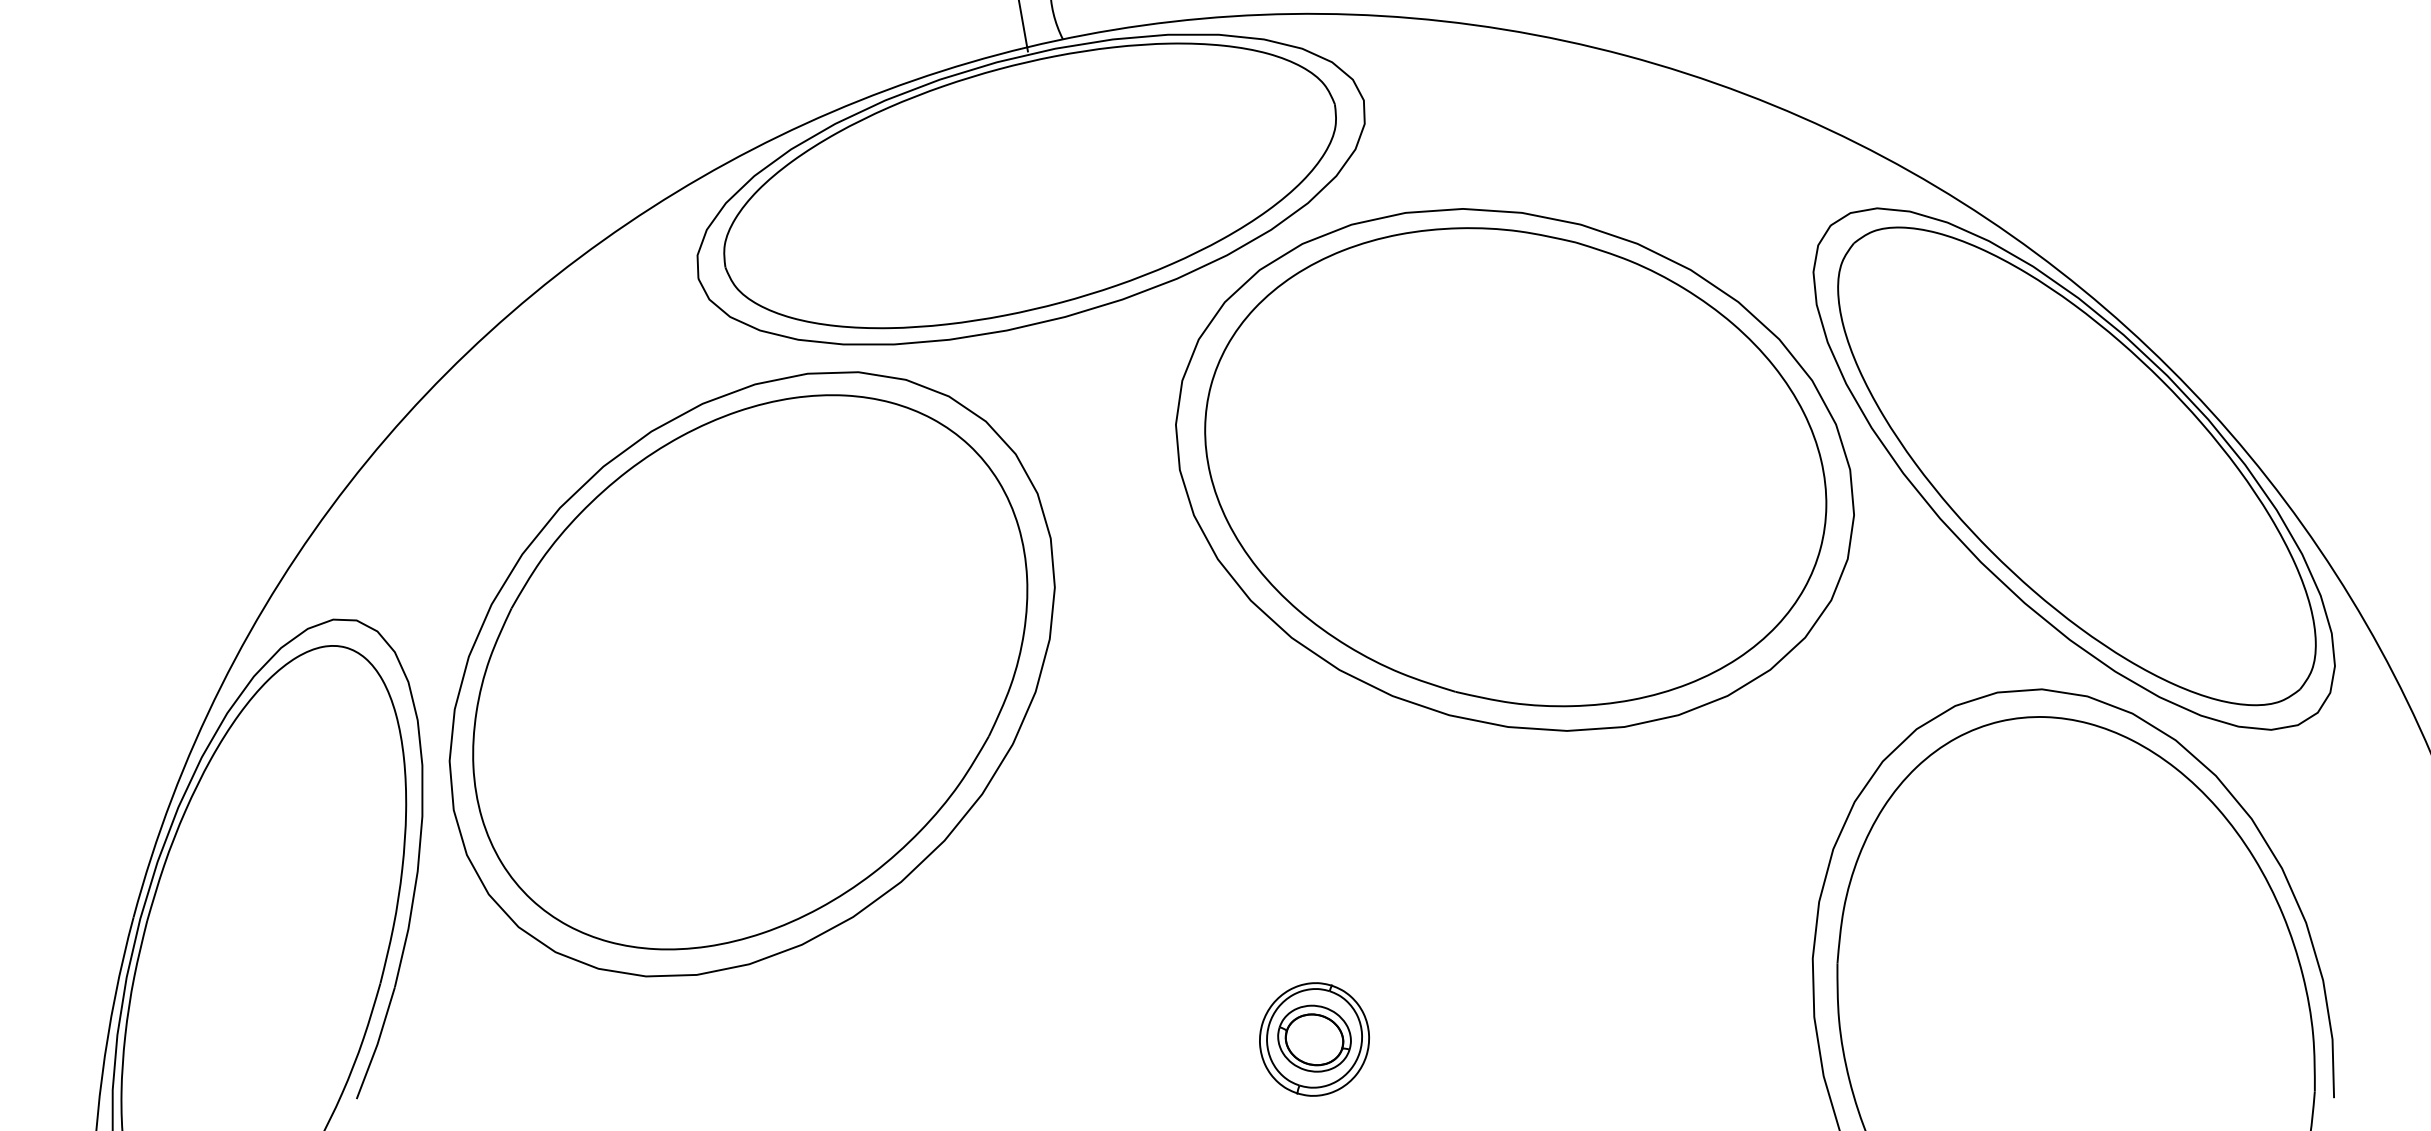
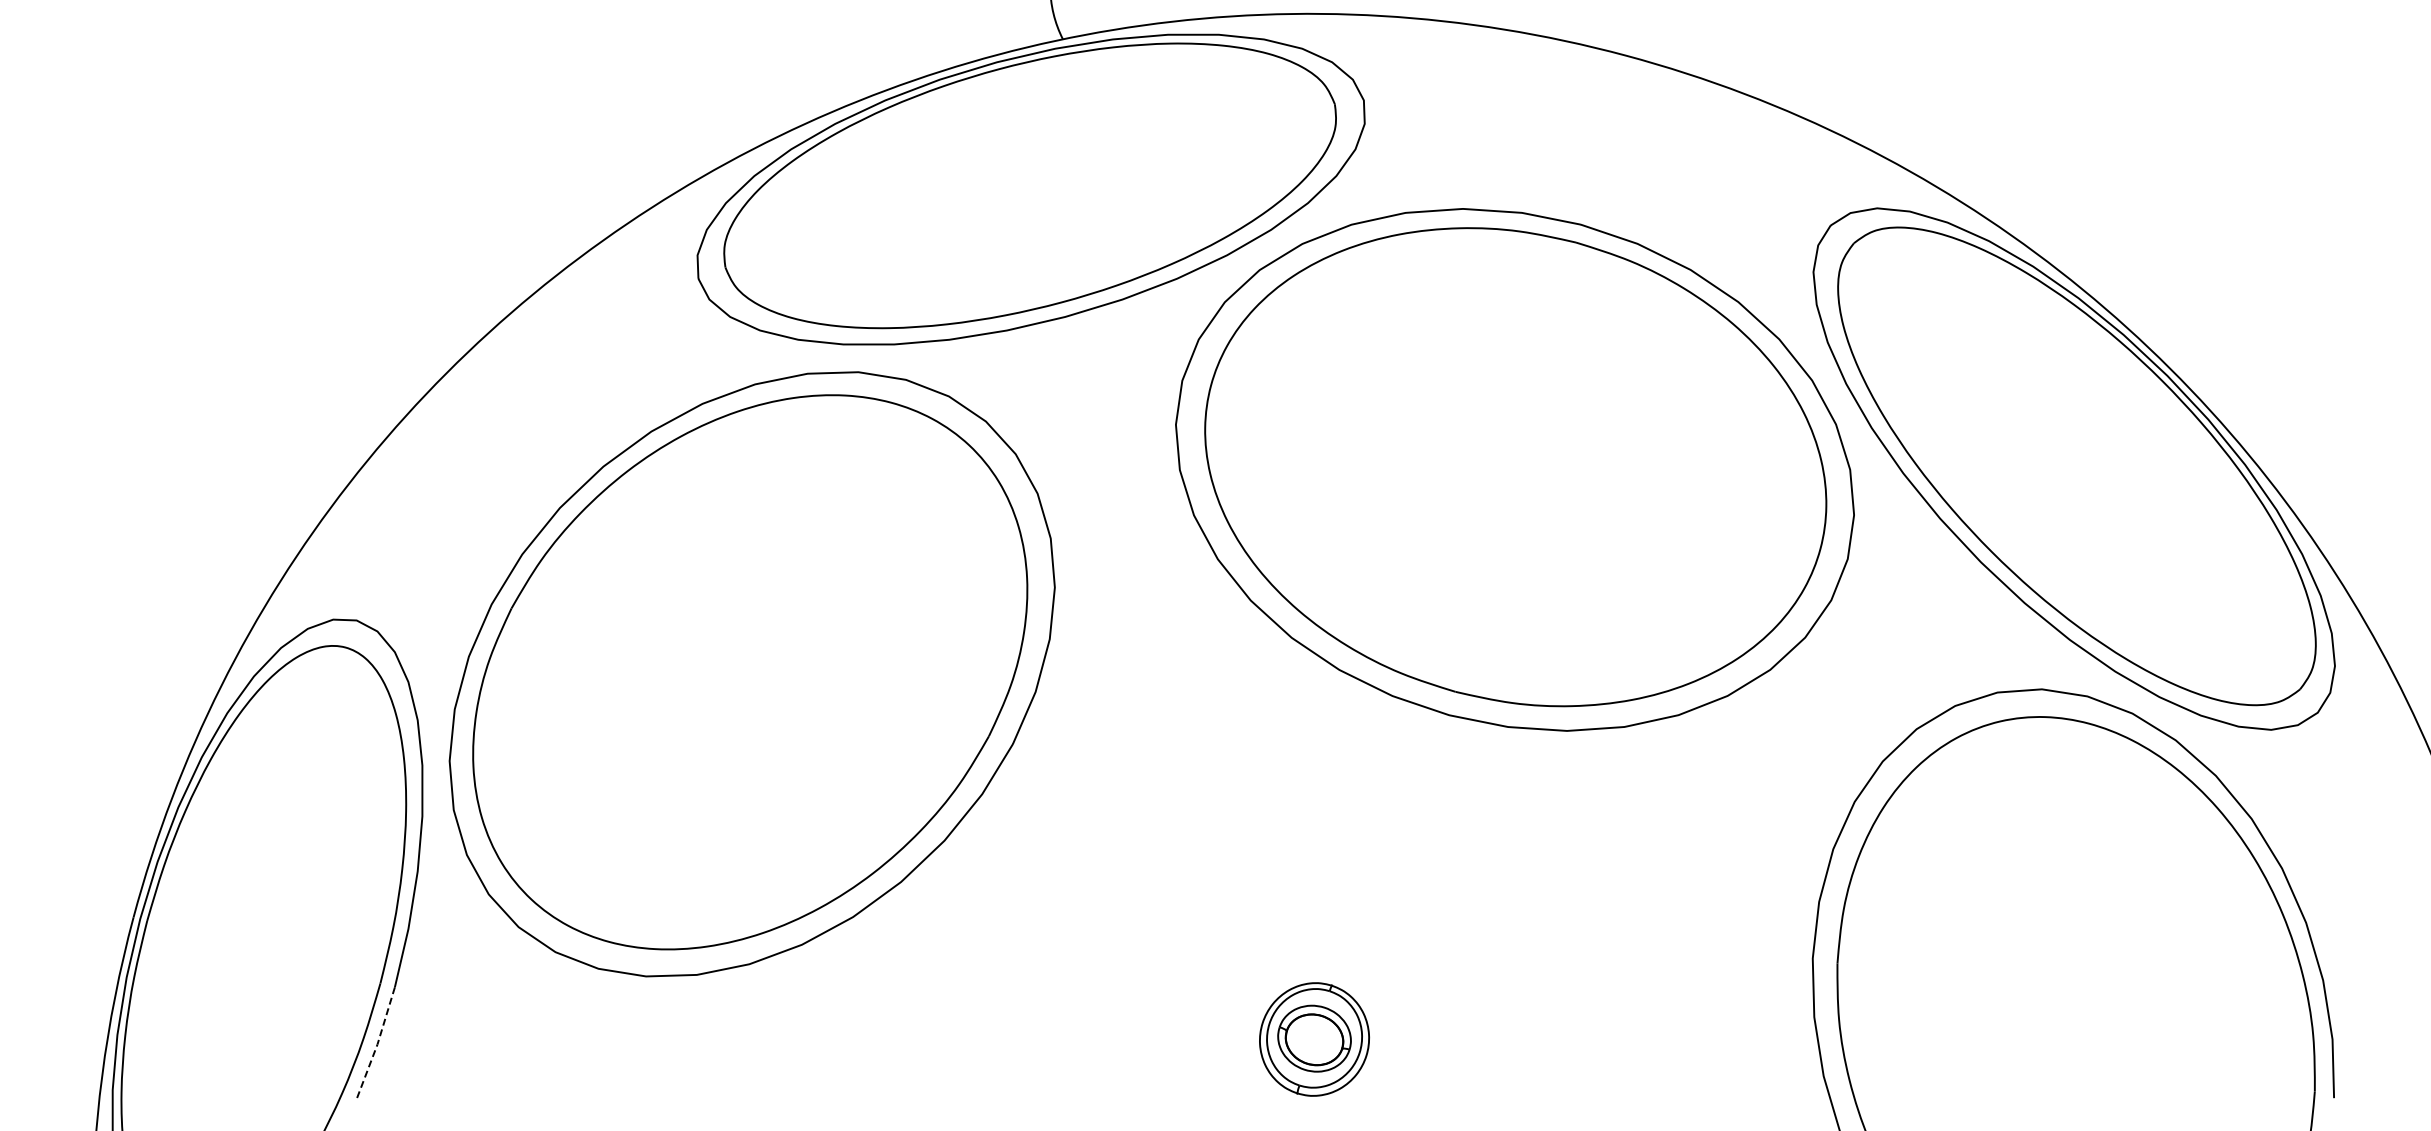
line at (1023, 26): present -> none
line at (377, 1044): solid -> dashed
